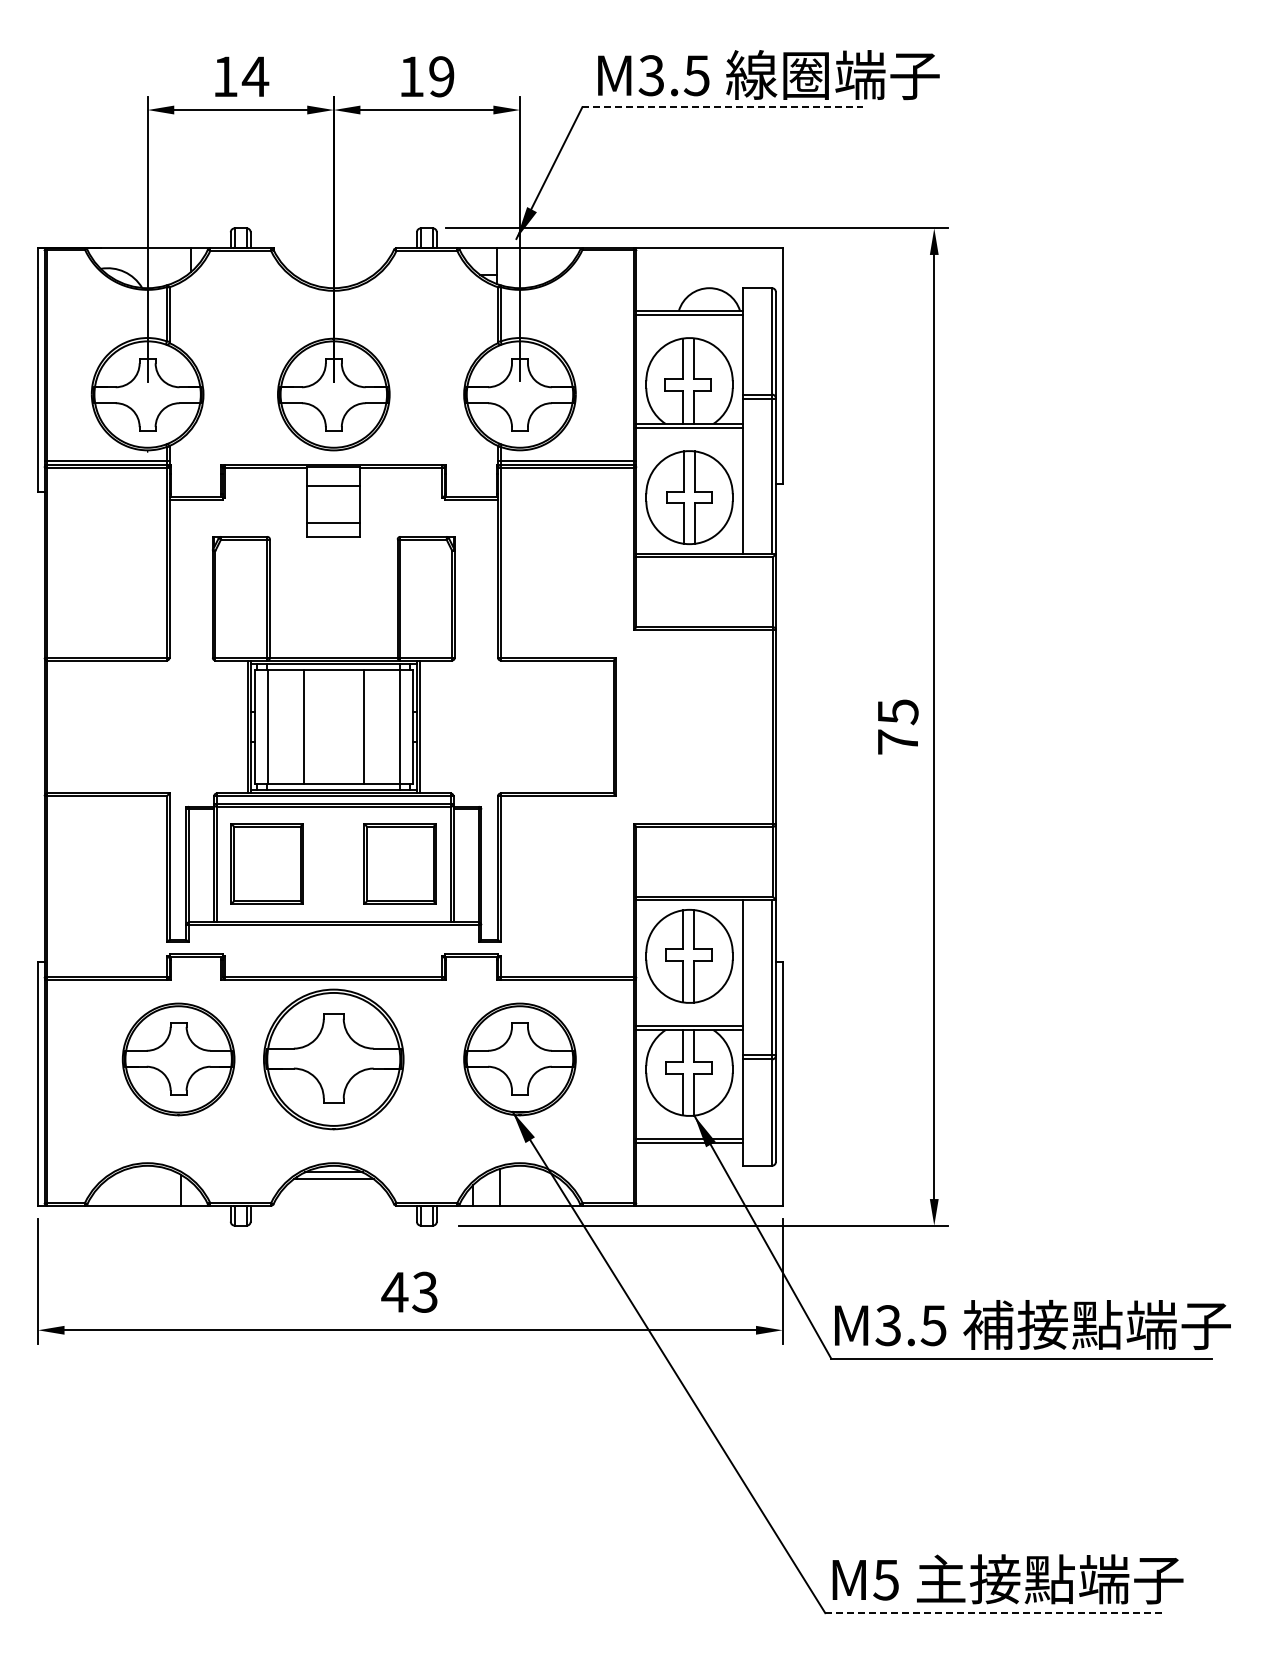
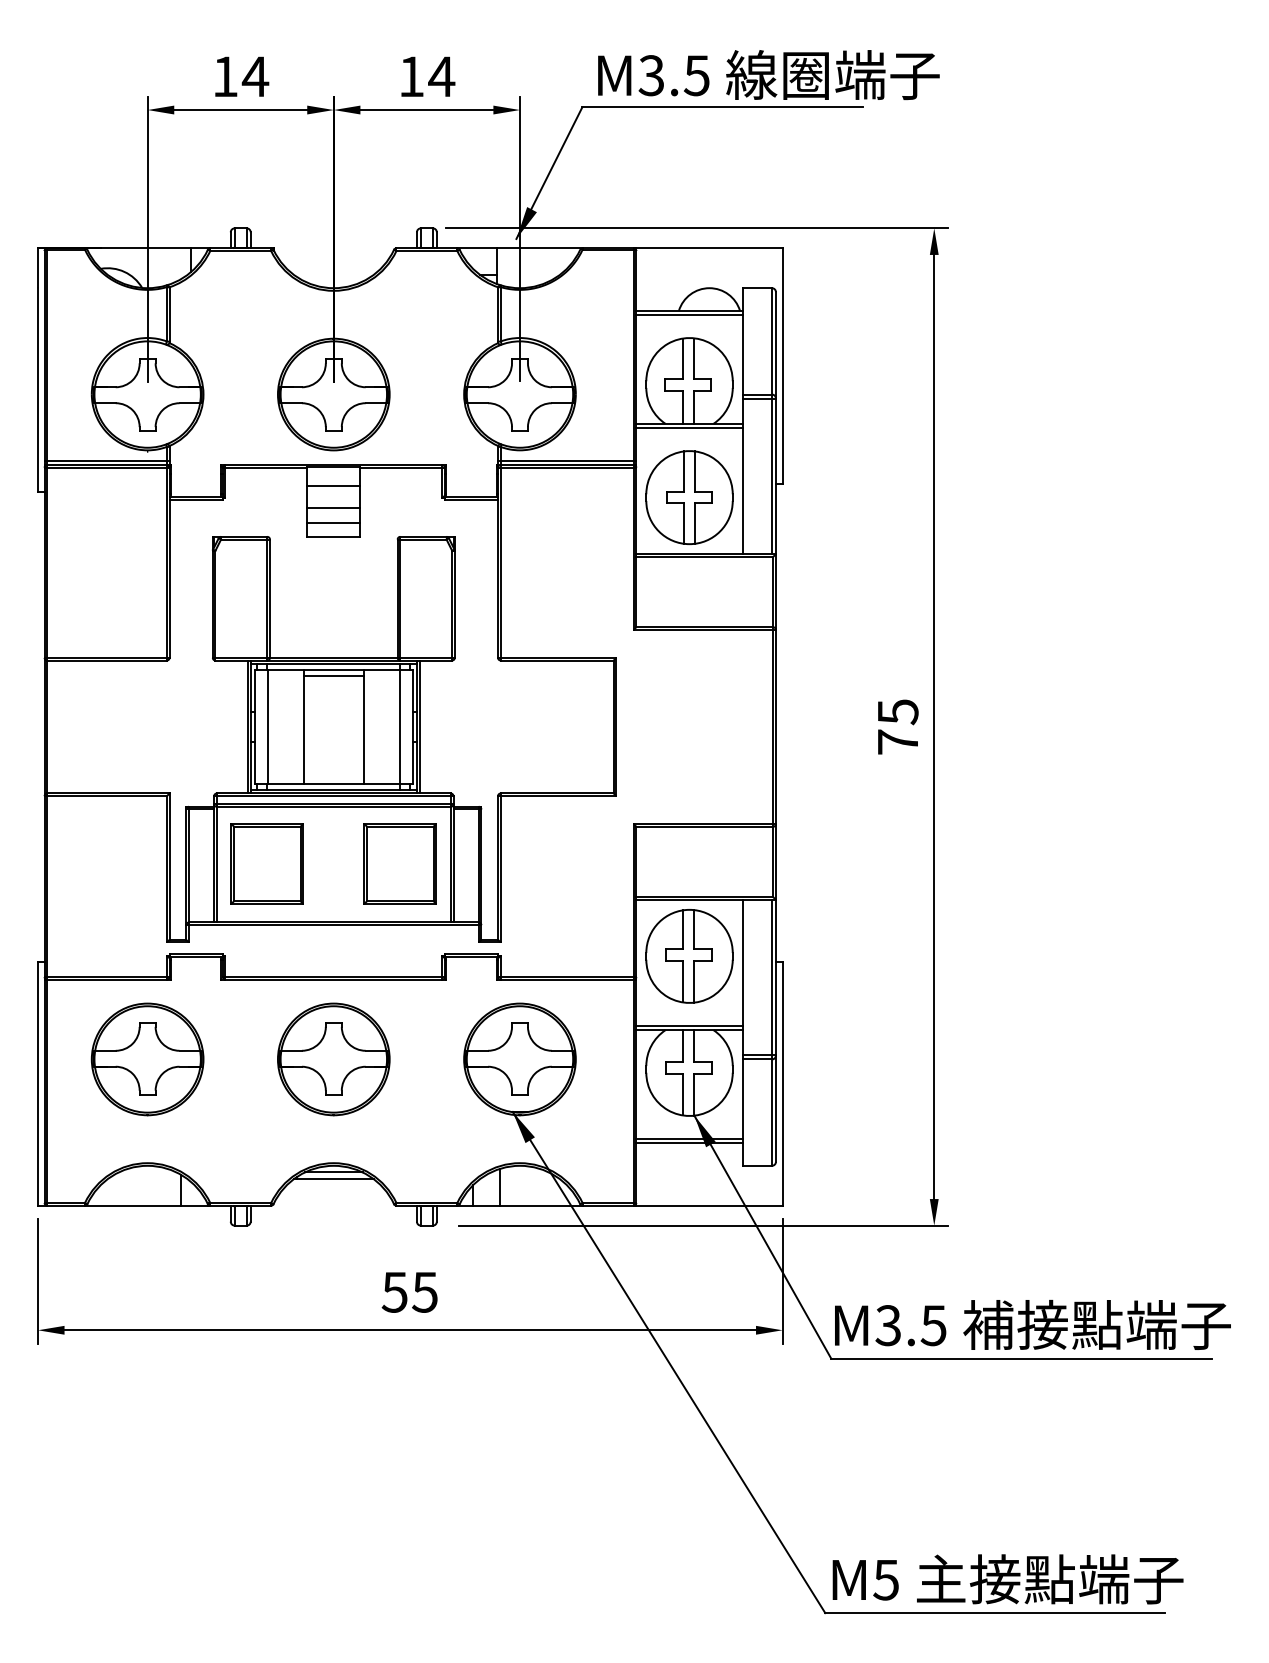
text at (441, 76): 19 -> 14
line at (723, 107): dashed -> solid
line at (333, 507): none -> present
line at (333, 676): none -> present
part at (178, 1059) position: (178, 1059) -> (147, 1059)
part at (333, 1059) size: 142x143 px -> 114x115 px
text at (409, 1291): 43 -> 55
line at (995, 1613): dashed -> solid
